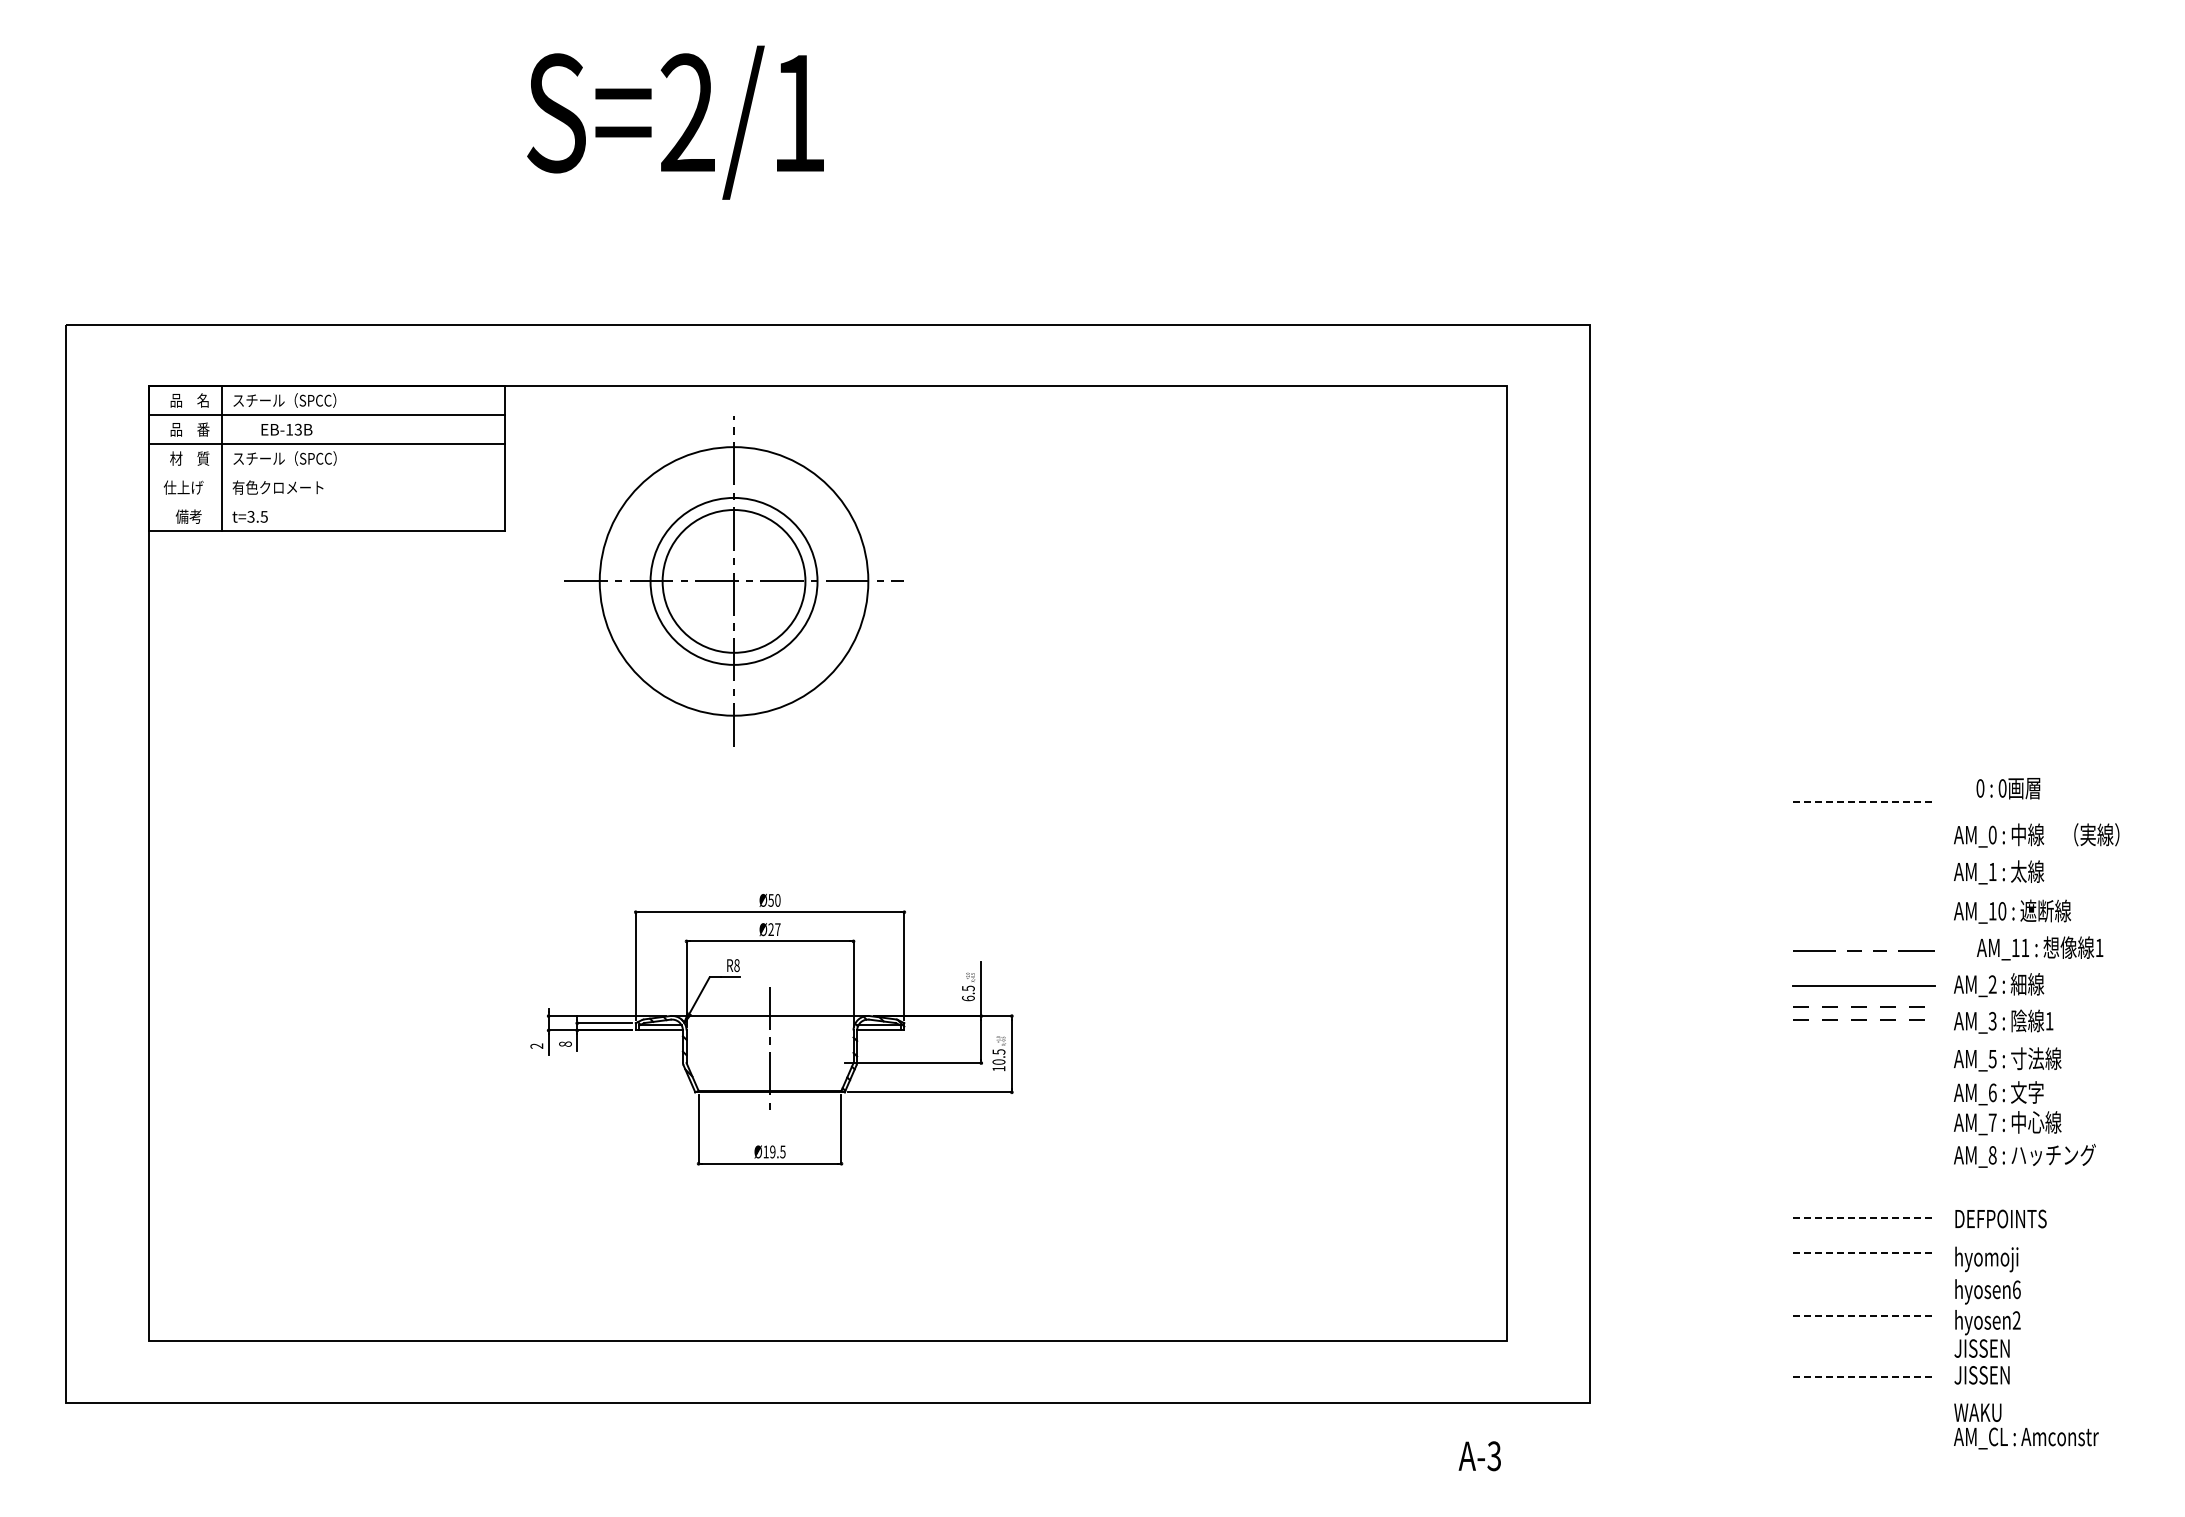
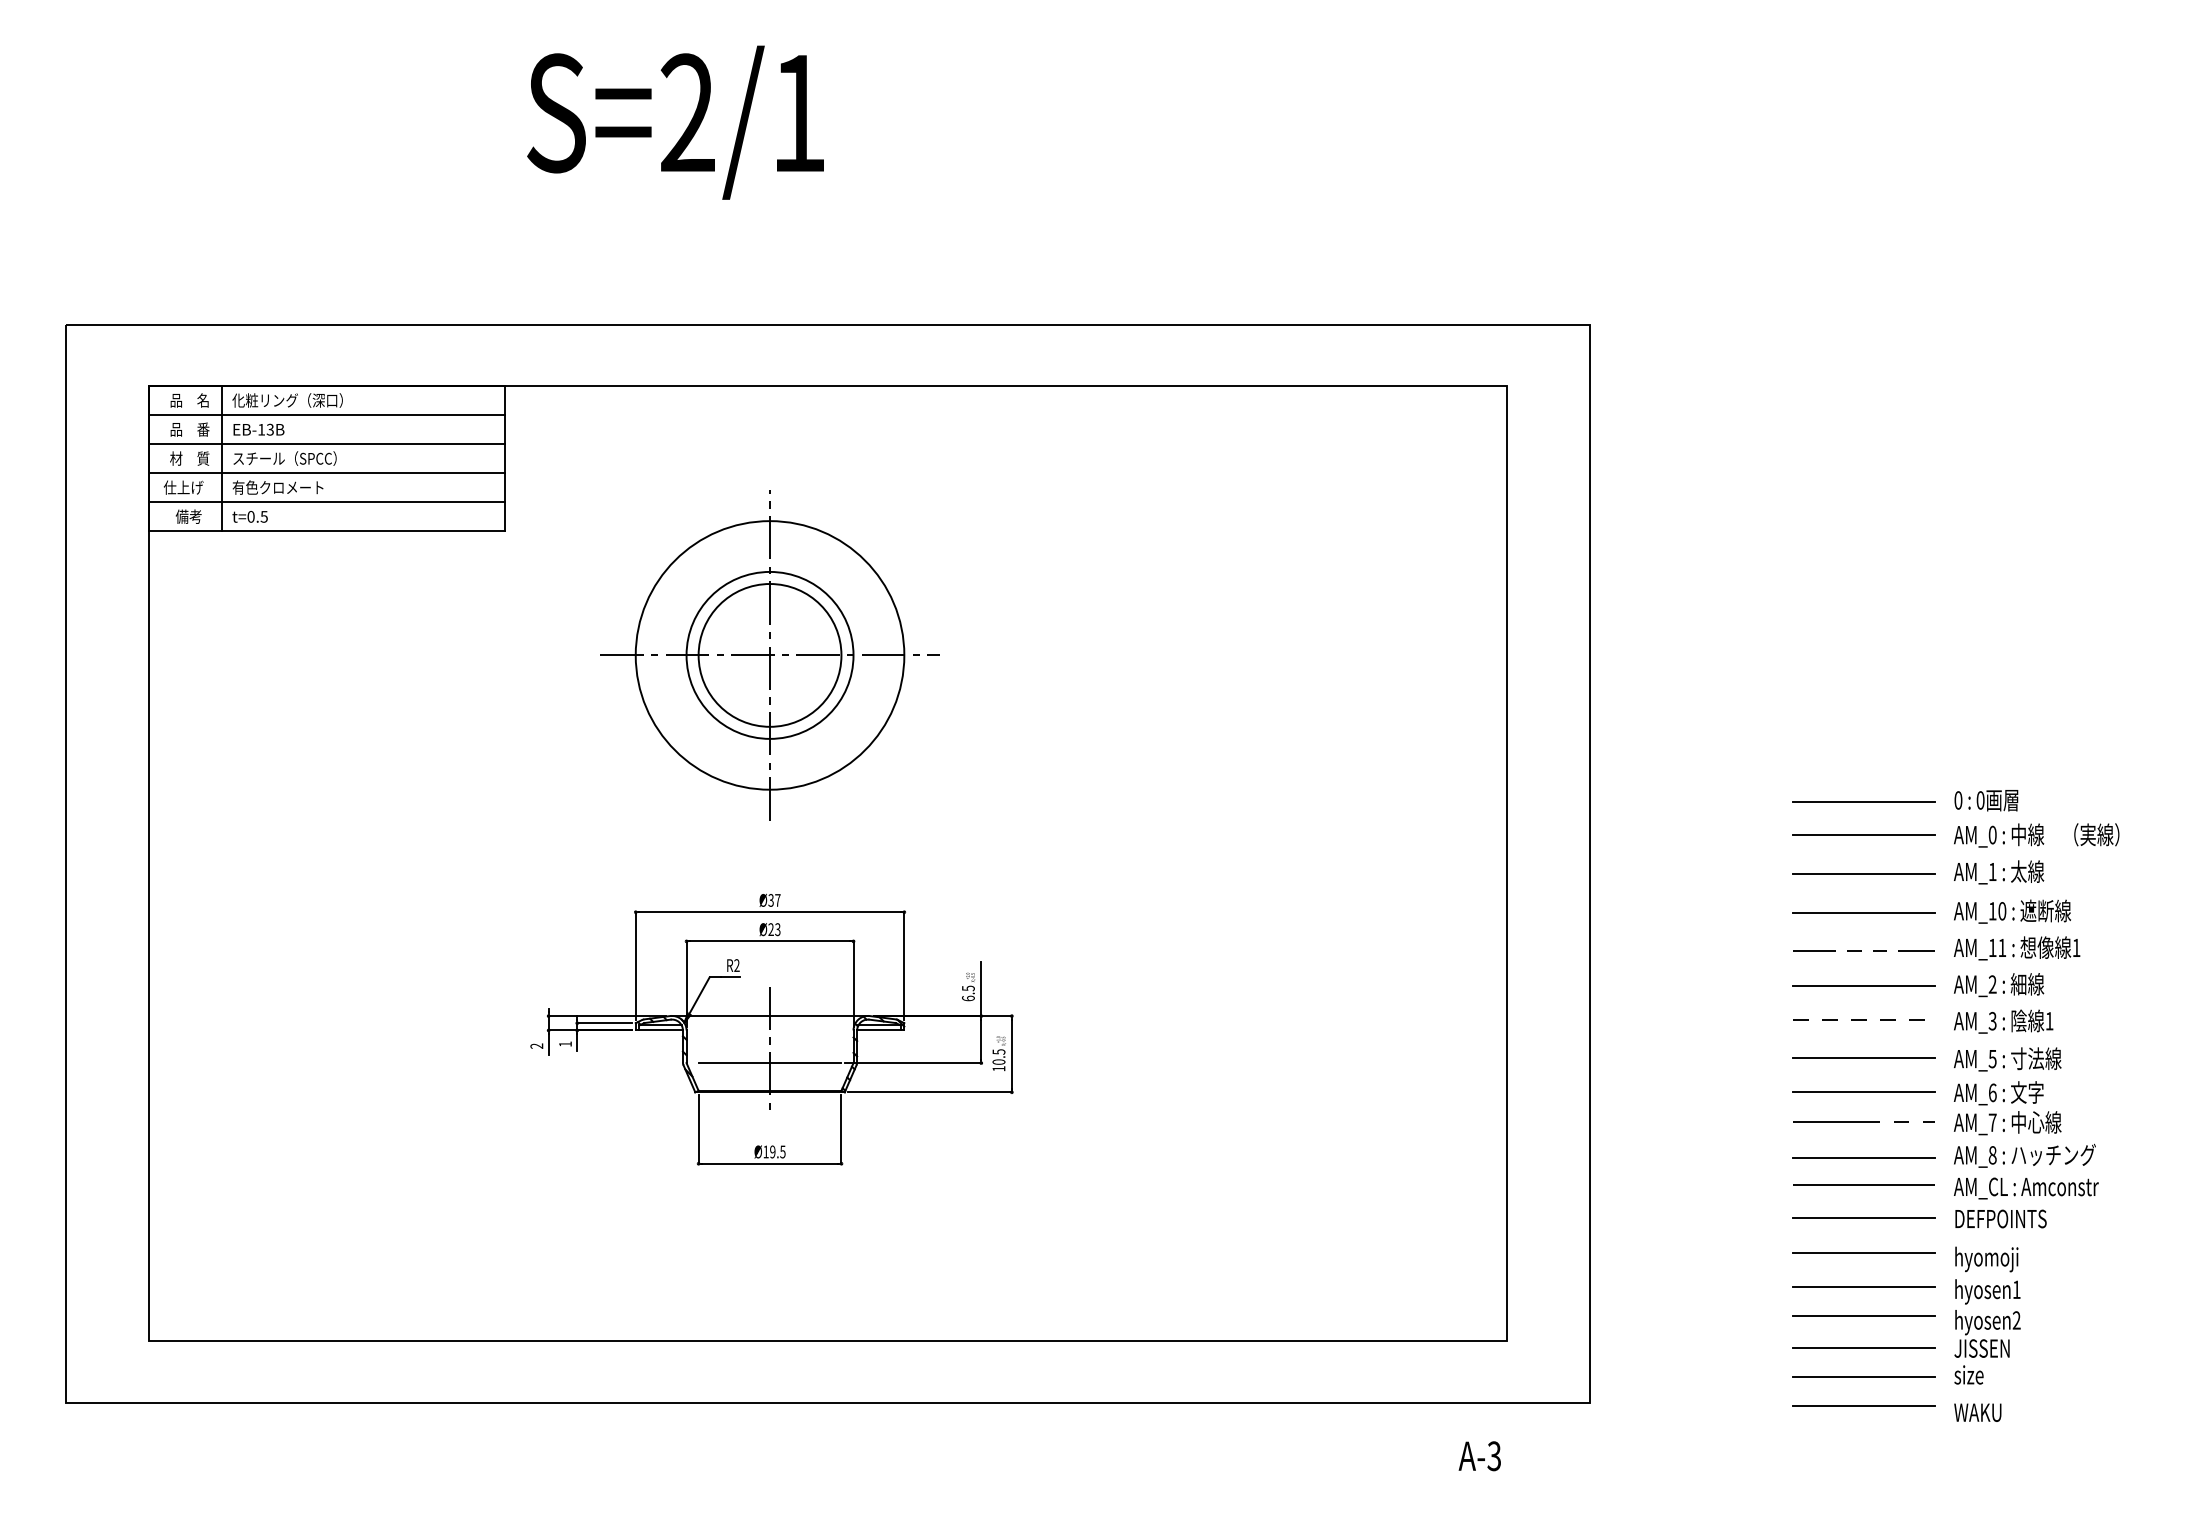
text at (287, 400): スチール（SPCC） -> 化粧リング（深口）
text at (286, 429) position: (286, 429) -> (258, 429)
line at (326, 473): none -> present
line at (326, 502): none -> present
text at (250, 516): t=3.5 -> t=0.5
part at (733, 581) position: (733, 581) -> (769, 655)
text at (2008, 788) position: (2008, 788) -> (1986, 800)
line at (1864, 802): dashed -> solid
line at (1863, 835): none -> present
line at (1863, 874): none -> present
text at (774, 900): Ø50 -> Ø37
line at (1863, 913): none -> present
text at (777, 929): Ø27 -> Ø23
text at (2040, 948) position: (2040, 948) -> (2017, 948)
text at (736, 965): R8 -> R2
line at (1858, 1006): present -> none
text at (565, 1043): 8 -> 1
line at (1863, 1057): none -> present
line at (769, 1063): none -> present
line at (1863, 1091): none -> present
line at (1863, 1121): none -> present
line at (1863, 1157): none -> present
line at (1863, 1185): none -> present
line at (1864, 1217): dashed -> solid
line at (1864, 1252): dashed -> solid
line at (1863, 1287): none -> present
text at (2016, 1289): hyosen6 -> hyosen1
line at (1864, 1315): dashed -> solid
line at (1863, 1348): none -> present
text at (1981, 1374): JISSEN -> size
line at (1864, 1377): dashed -> solid
line at (1863, 1405): none -> present
text at (2026, 1438) position: (2026, 1438) -> (2026, 1188)
